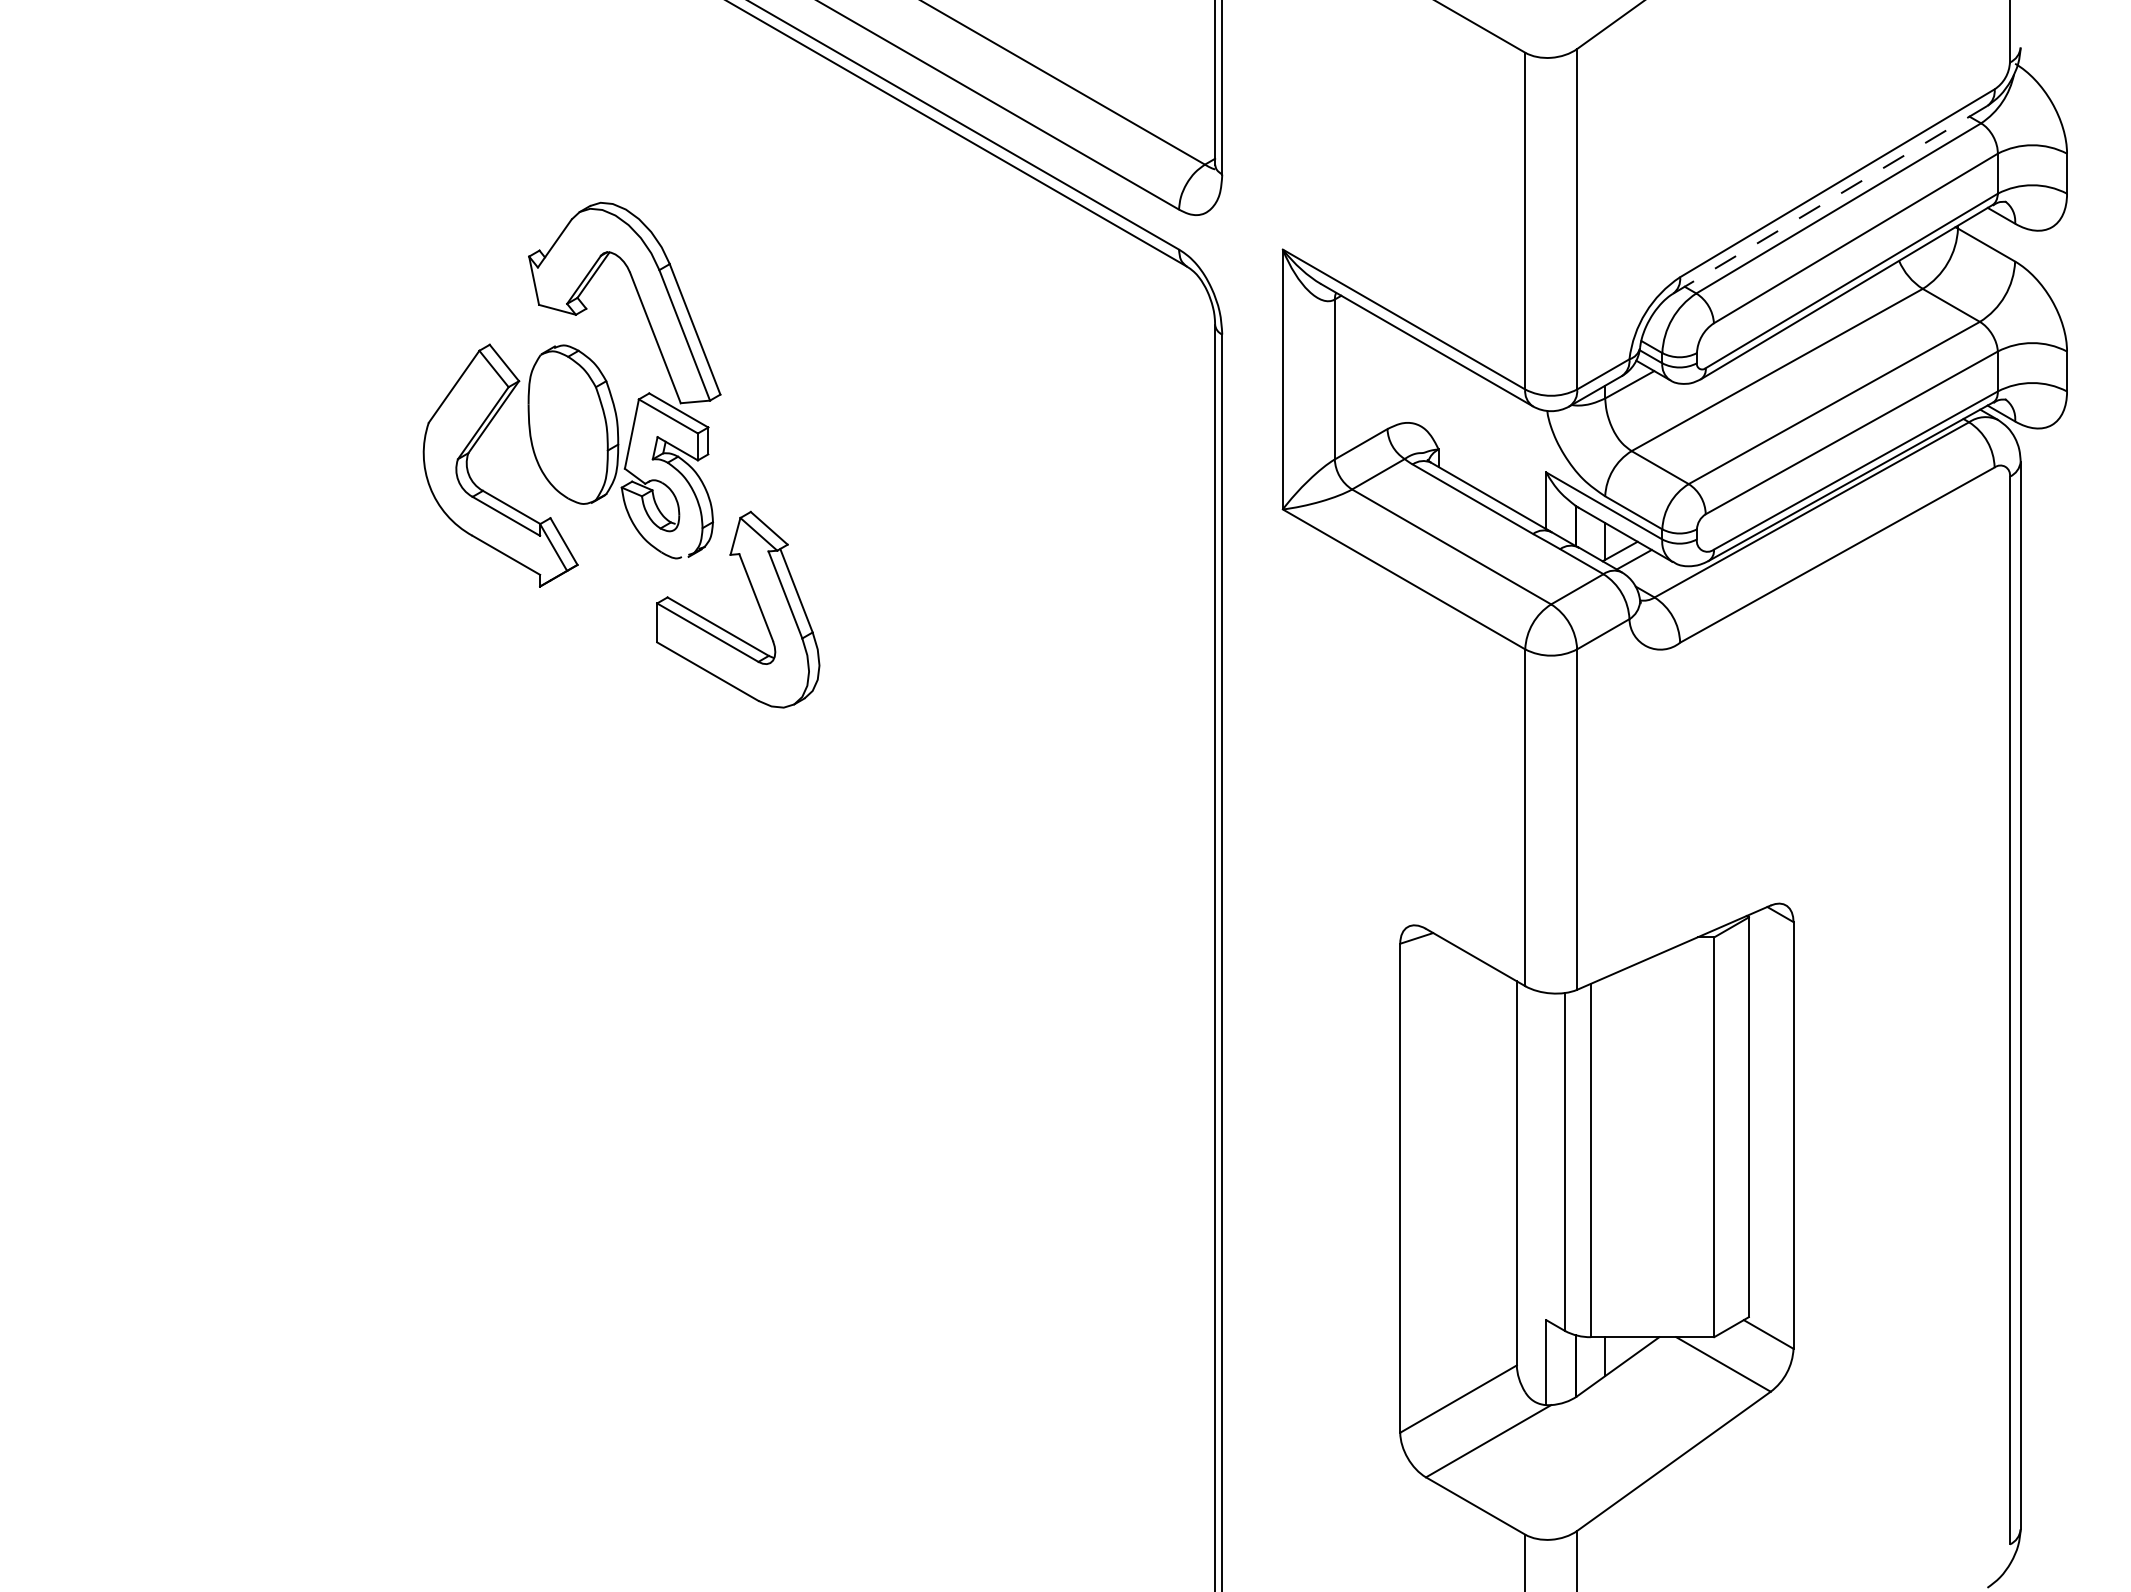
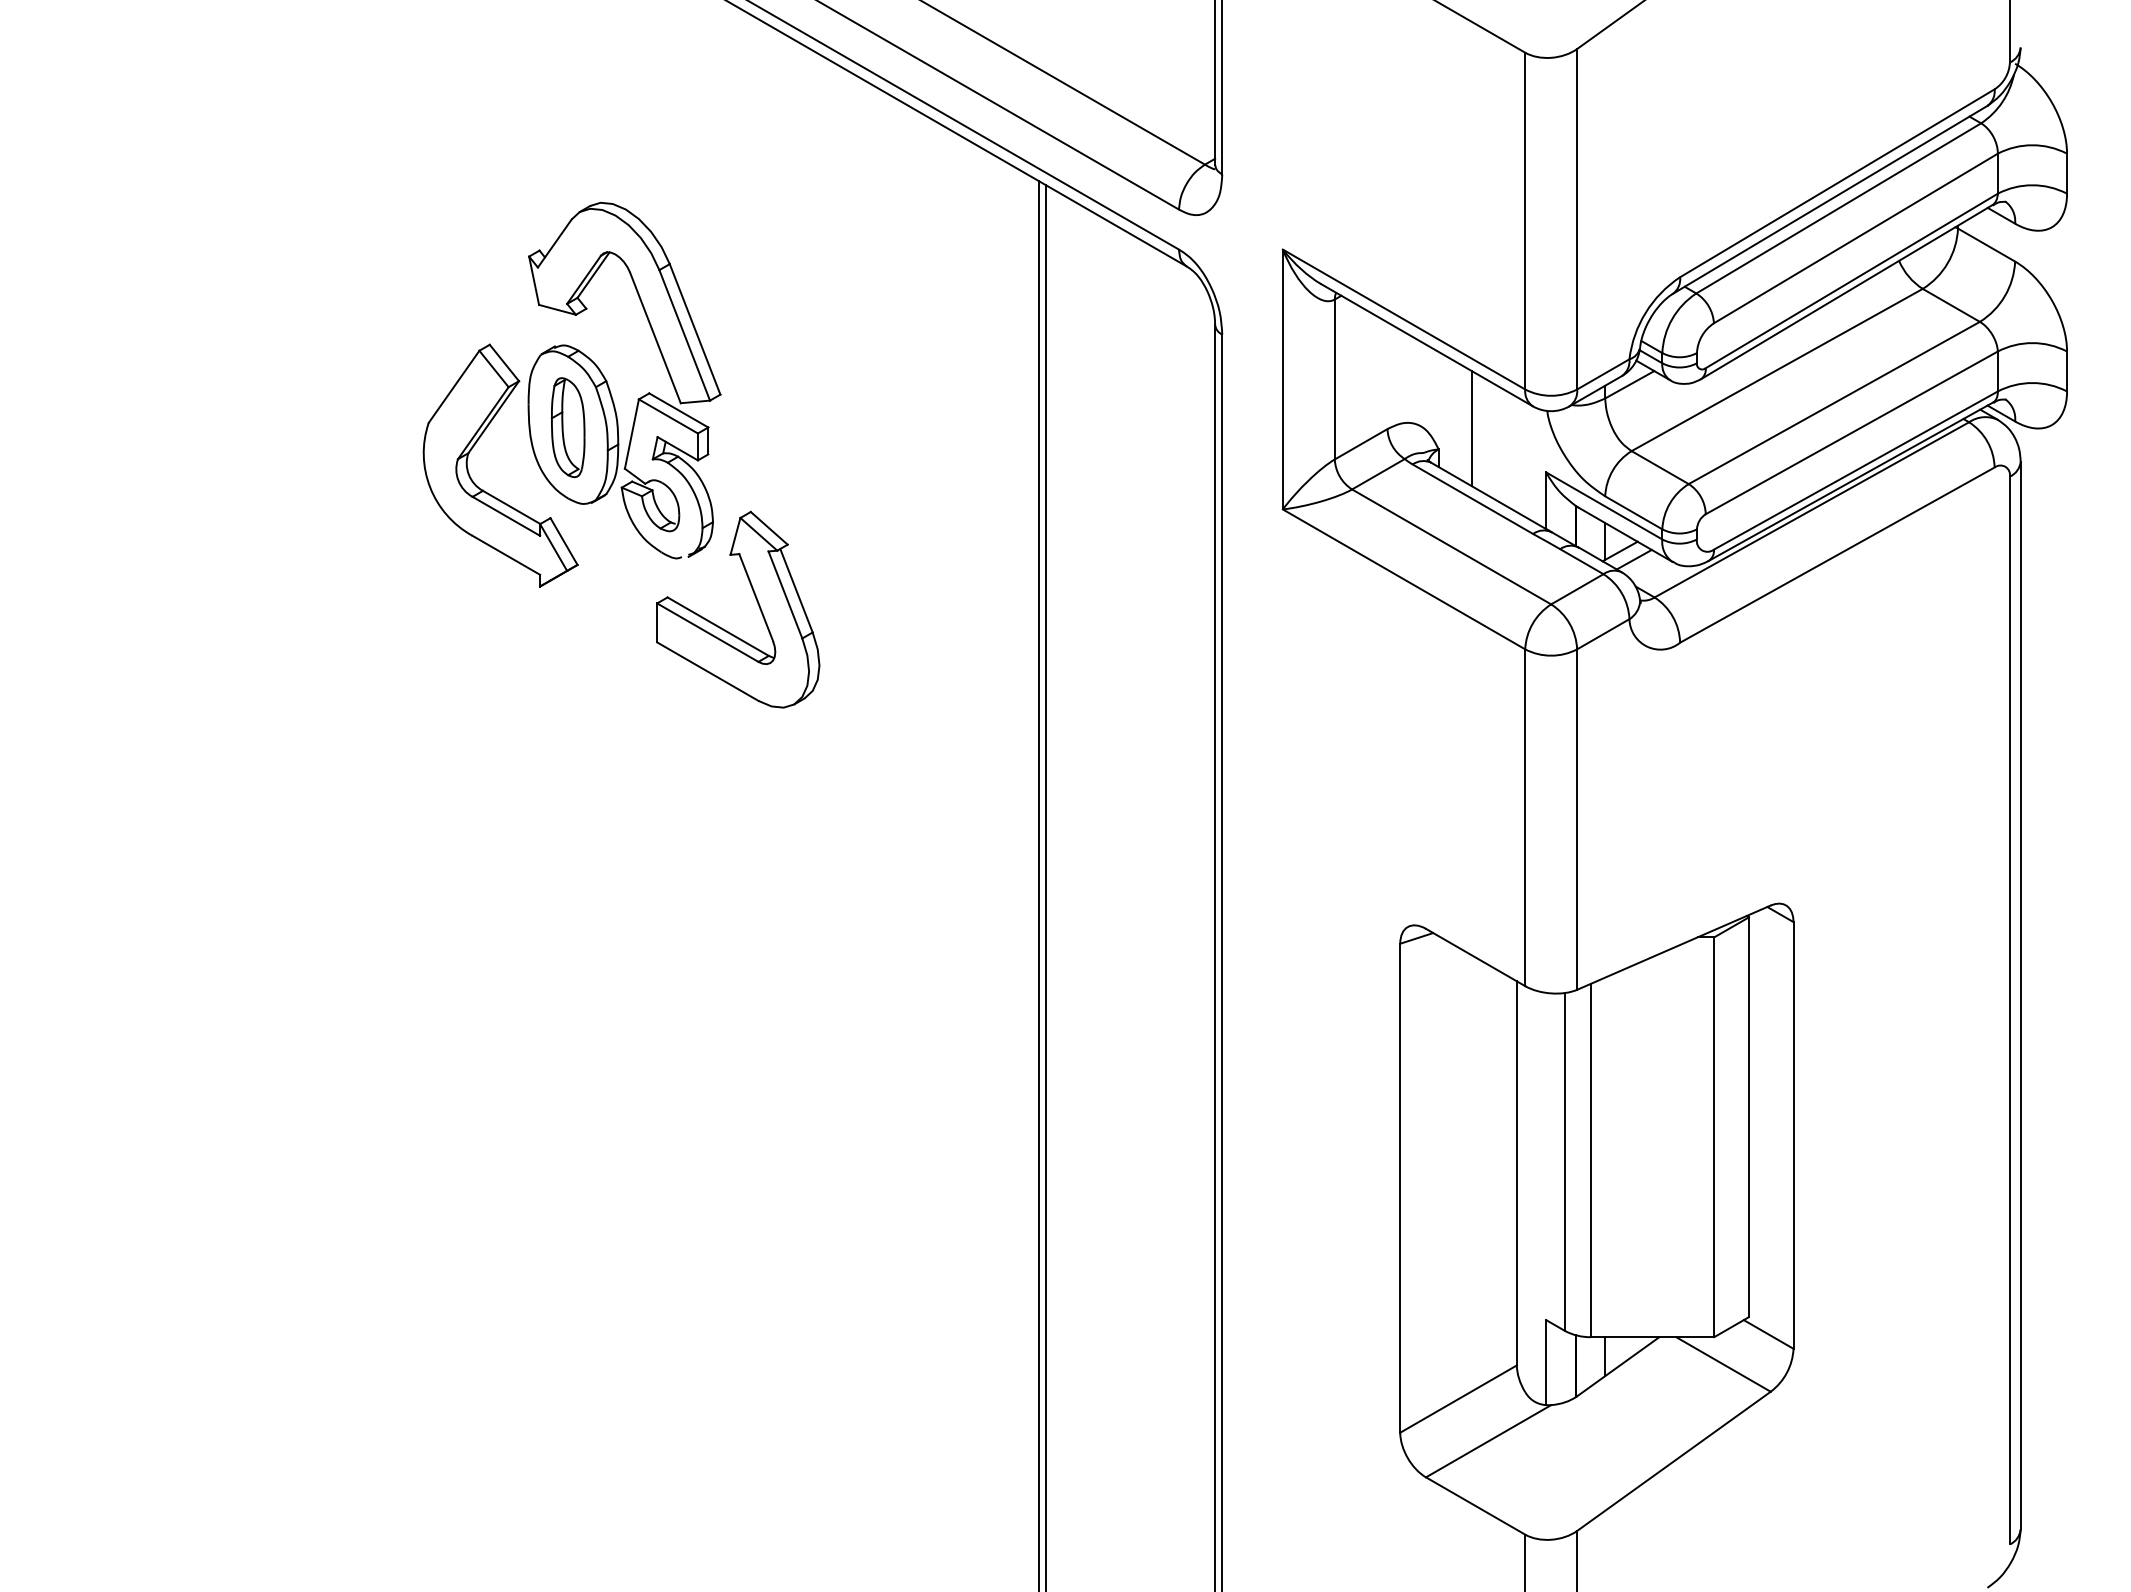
line at (1830, 199): dashed -> solid
part at (567, 427): none -> present
line at (1471, 428): none -> present
line at (1038, 884): none -> present
line at (1045, 886): none -> present
